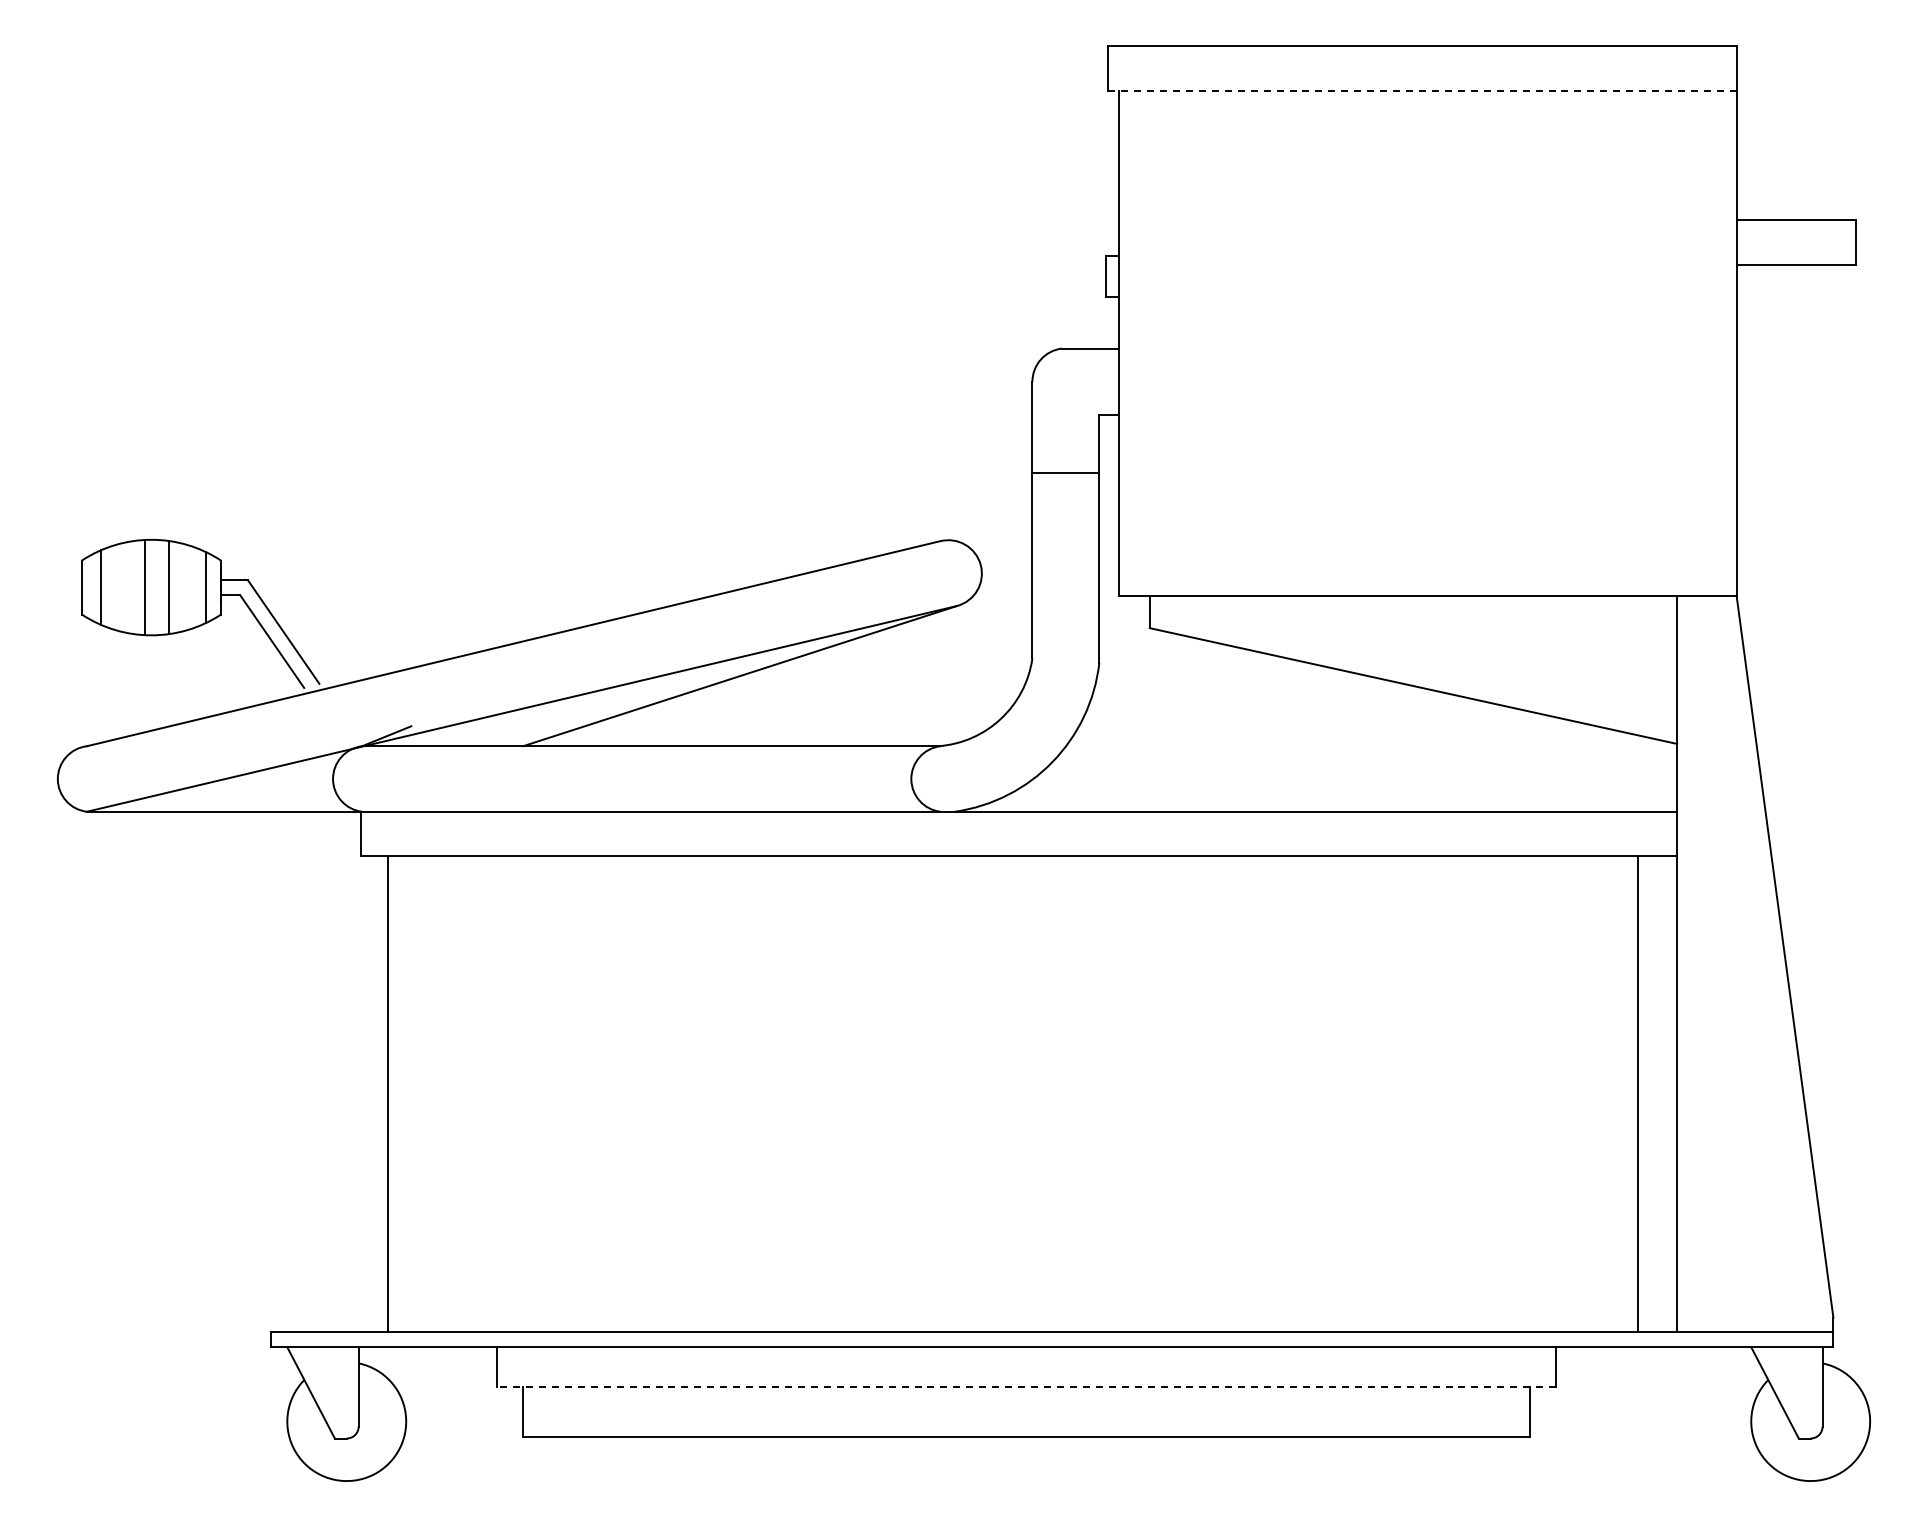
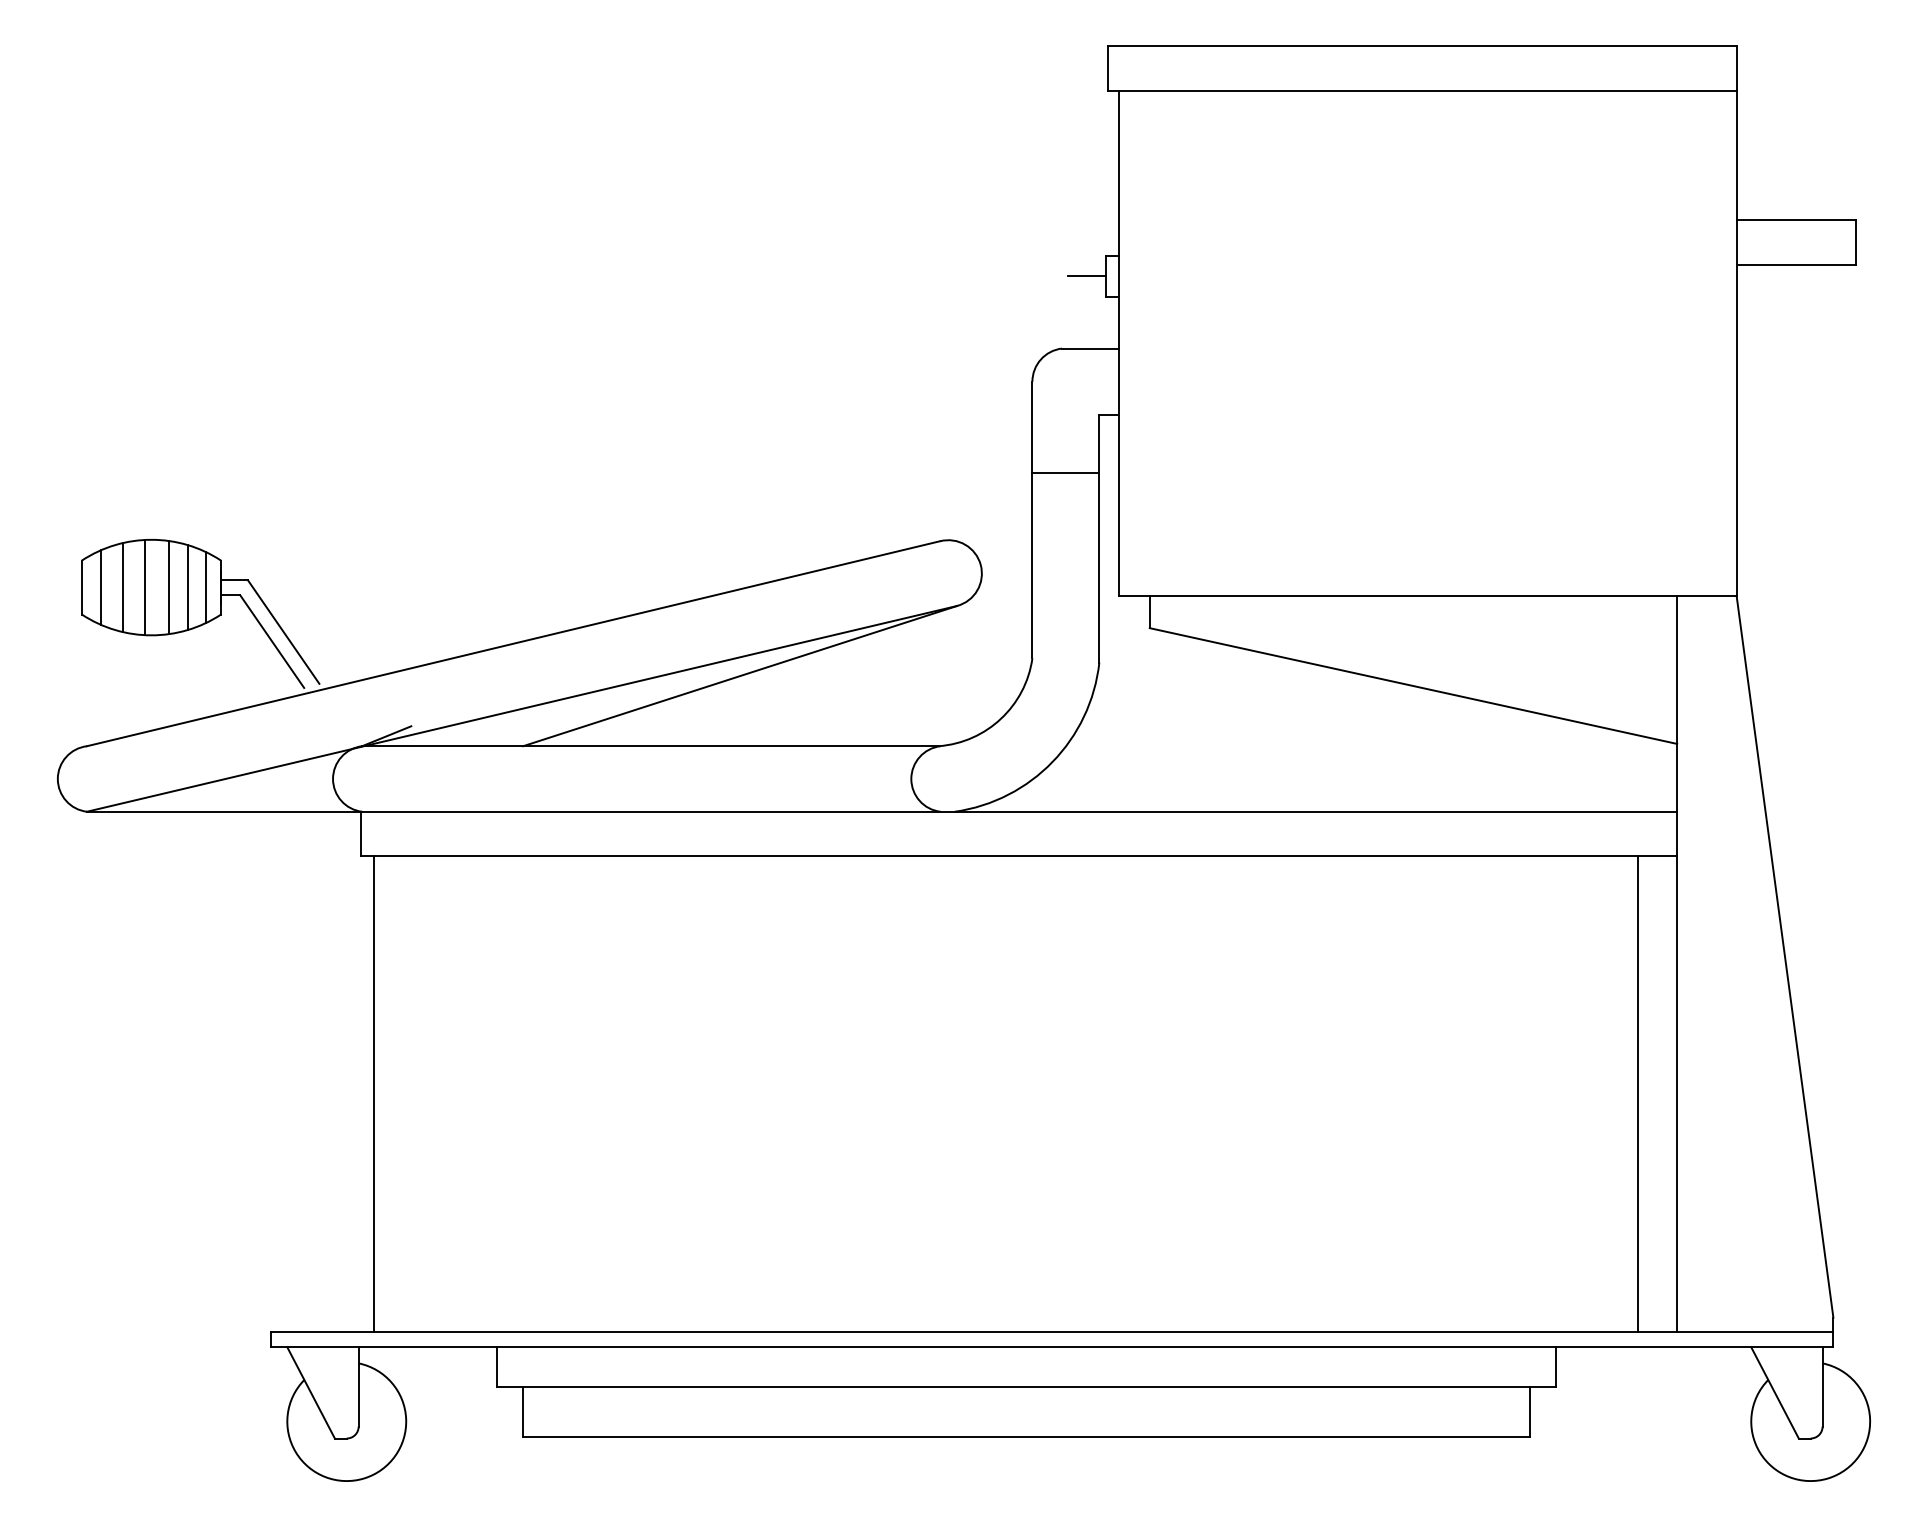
line at (1422, 90): dashed -> solid
line at (1086, 276): none -> present
line at (122, 587): none -> present
line at (187, 587): none -> present
line at (387, 1094) position: (387, 1094) -> (373, 1094)
line at (1026, 1387): dashed -> solid
